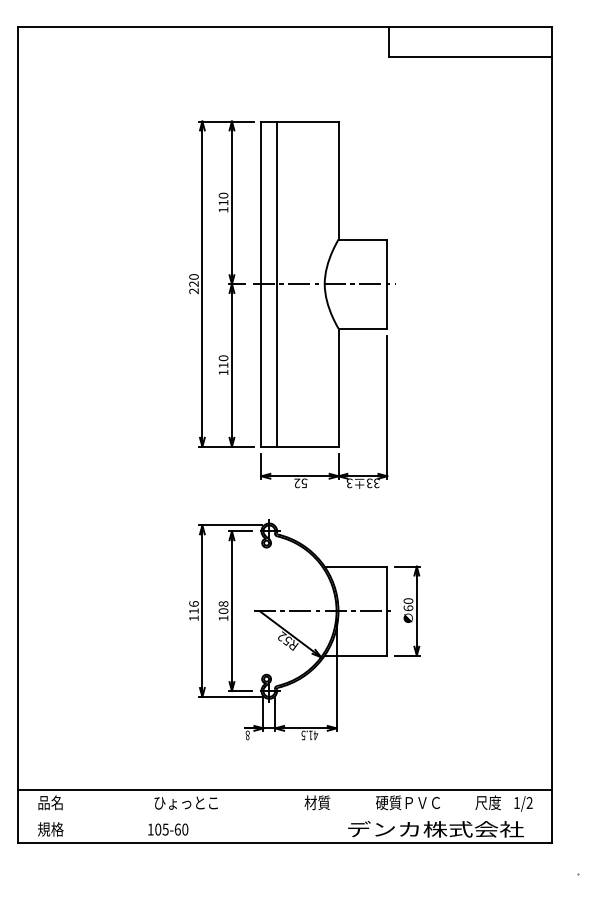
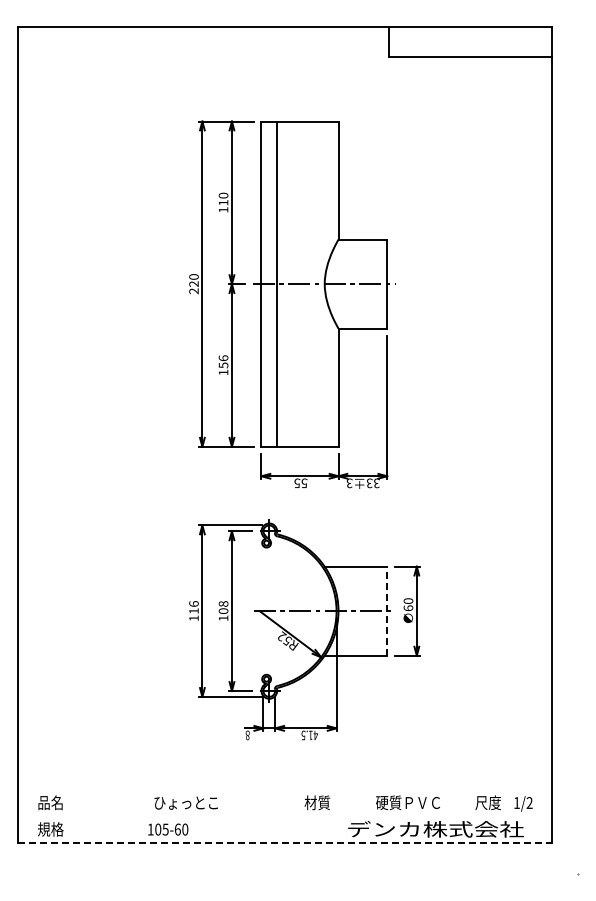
text at (223, 361): 110 -> 156
text at (297, 483): 52 -> 55
line at (387, 610): solid -> dashed
line at (284, 789): present -> none
line at (284, 842): solid -> dashed
